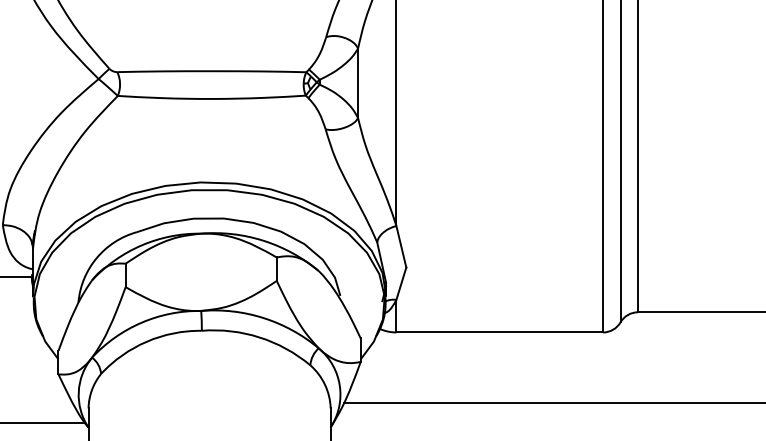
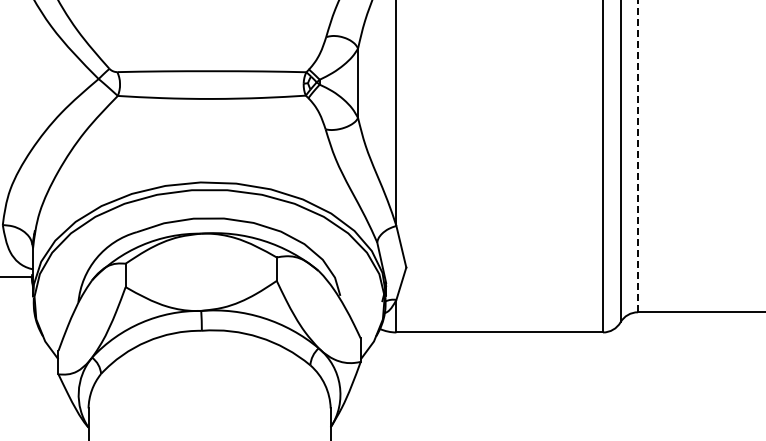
line at (638, 156): solid -> dashed
line at (552, 403): present -> none
line at (43, 422): present -> none
